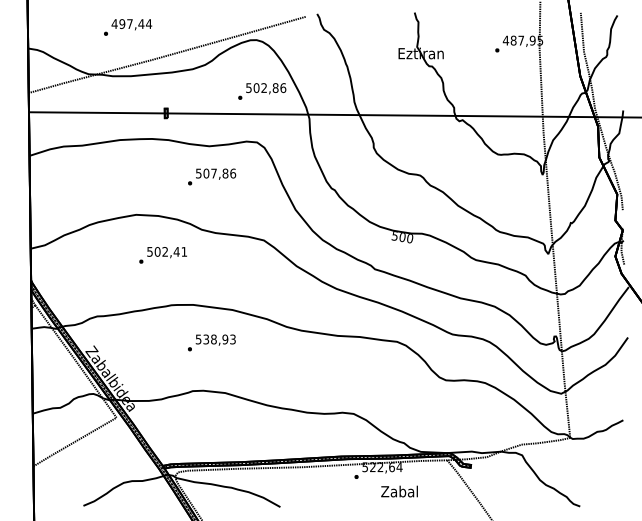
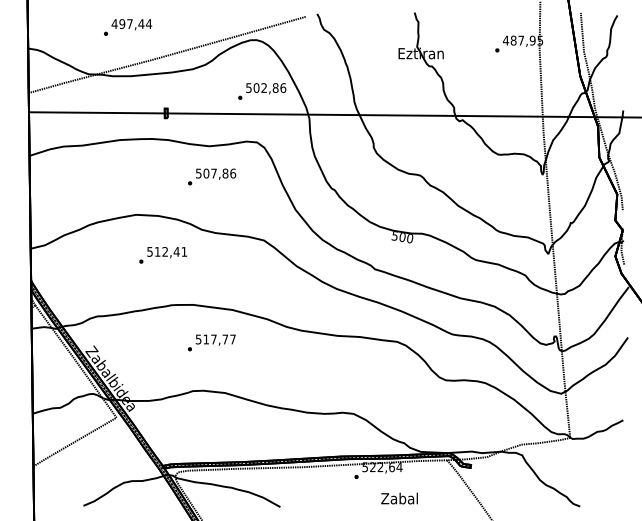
text at (157, 251): 502,41 -> 512,41
text at (219, 339): 538,93 -> 517,77
text at (399, 491) position: (399, 491) -> (399, 498)
